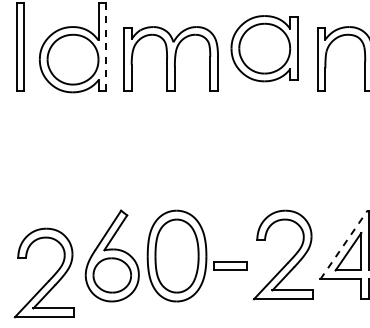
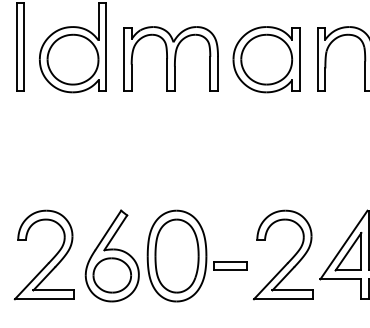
line at (106, 47): dashed -> solid
part at (264, 48) position: (264, 48) -> (266, 59)
line at (343, 245): dashed -> solid
part at (49, 278) position: (49, 278) -> (49, 260)
